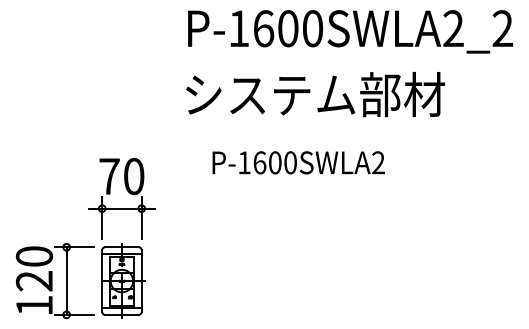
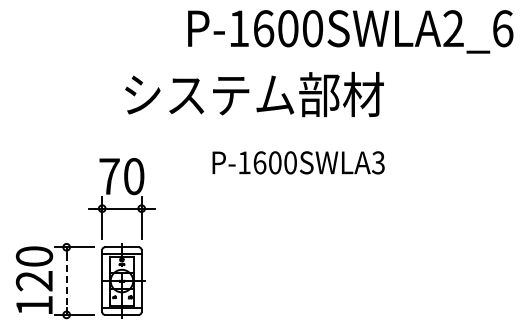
text at (502, 28): P-1600SWLA2_2 -> P-1600SWLA2_6
text at (315, 94) position: (315, 94) -> (254, 94)
text at (378, 162): P-1600SWLA2 -> P-1600SWLA3
line at (66, 281): solid -> dashed
